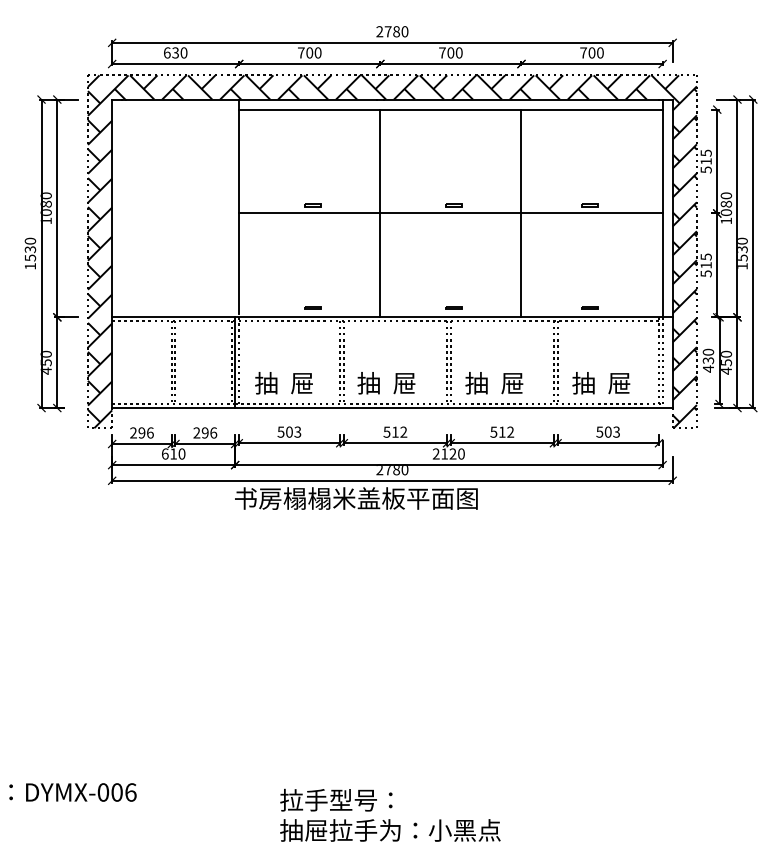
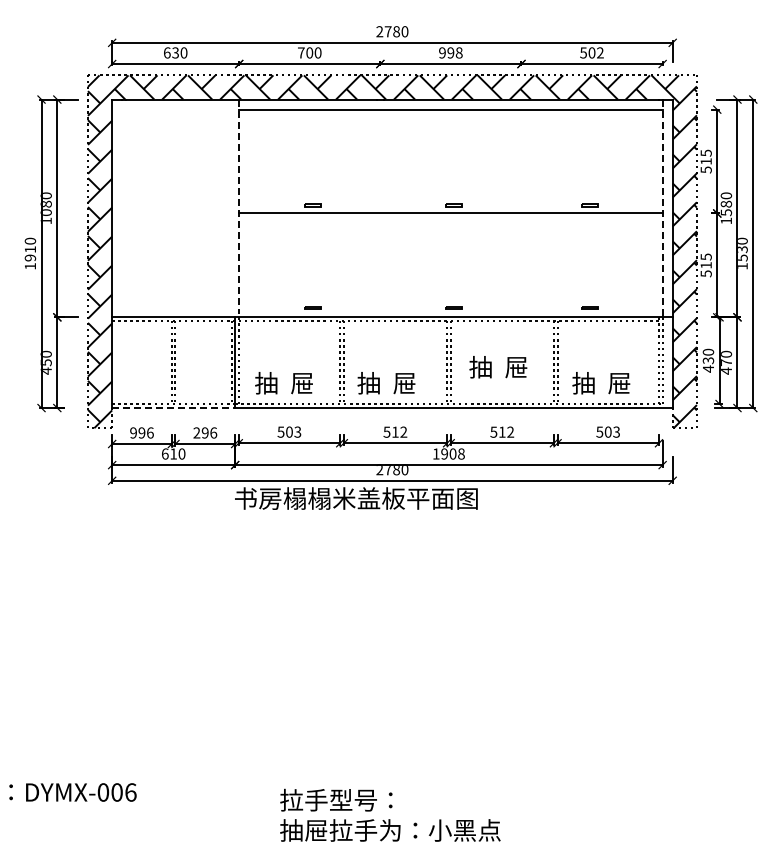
text at (450, 52): 700 -> 998
text at (591, 52): 700 -> 502
line at (239, 207): solid -> dashed
line at (662, 208): solid -> dashed
text at (725, 212): 1080 -> 1580
line at (380, 213): present -> none
line at (521, 213): present -> none
text at (30, 253): 1530 -> 1910
text at (726, 362): 450 -> 470
text at (494, 383) position: (494, 383) -> (498, 367)
line at (174, 408): solid -> dashed
text at (133, 433): 296 -> 996
text at (448, 453): 2120 -> 1908
